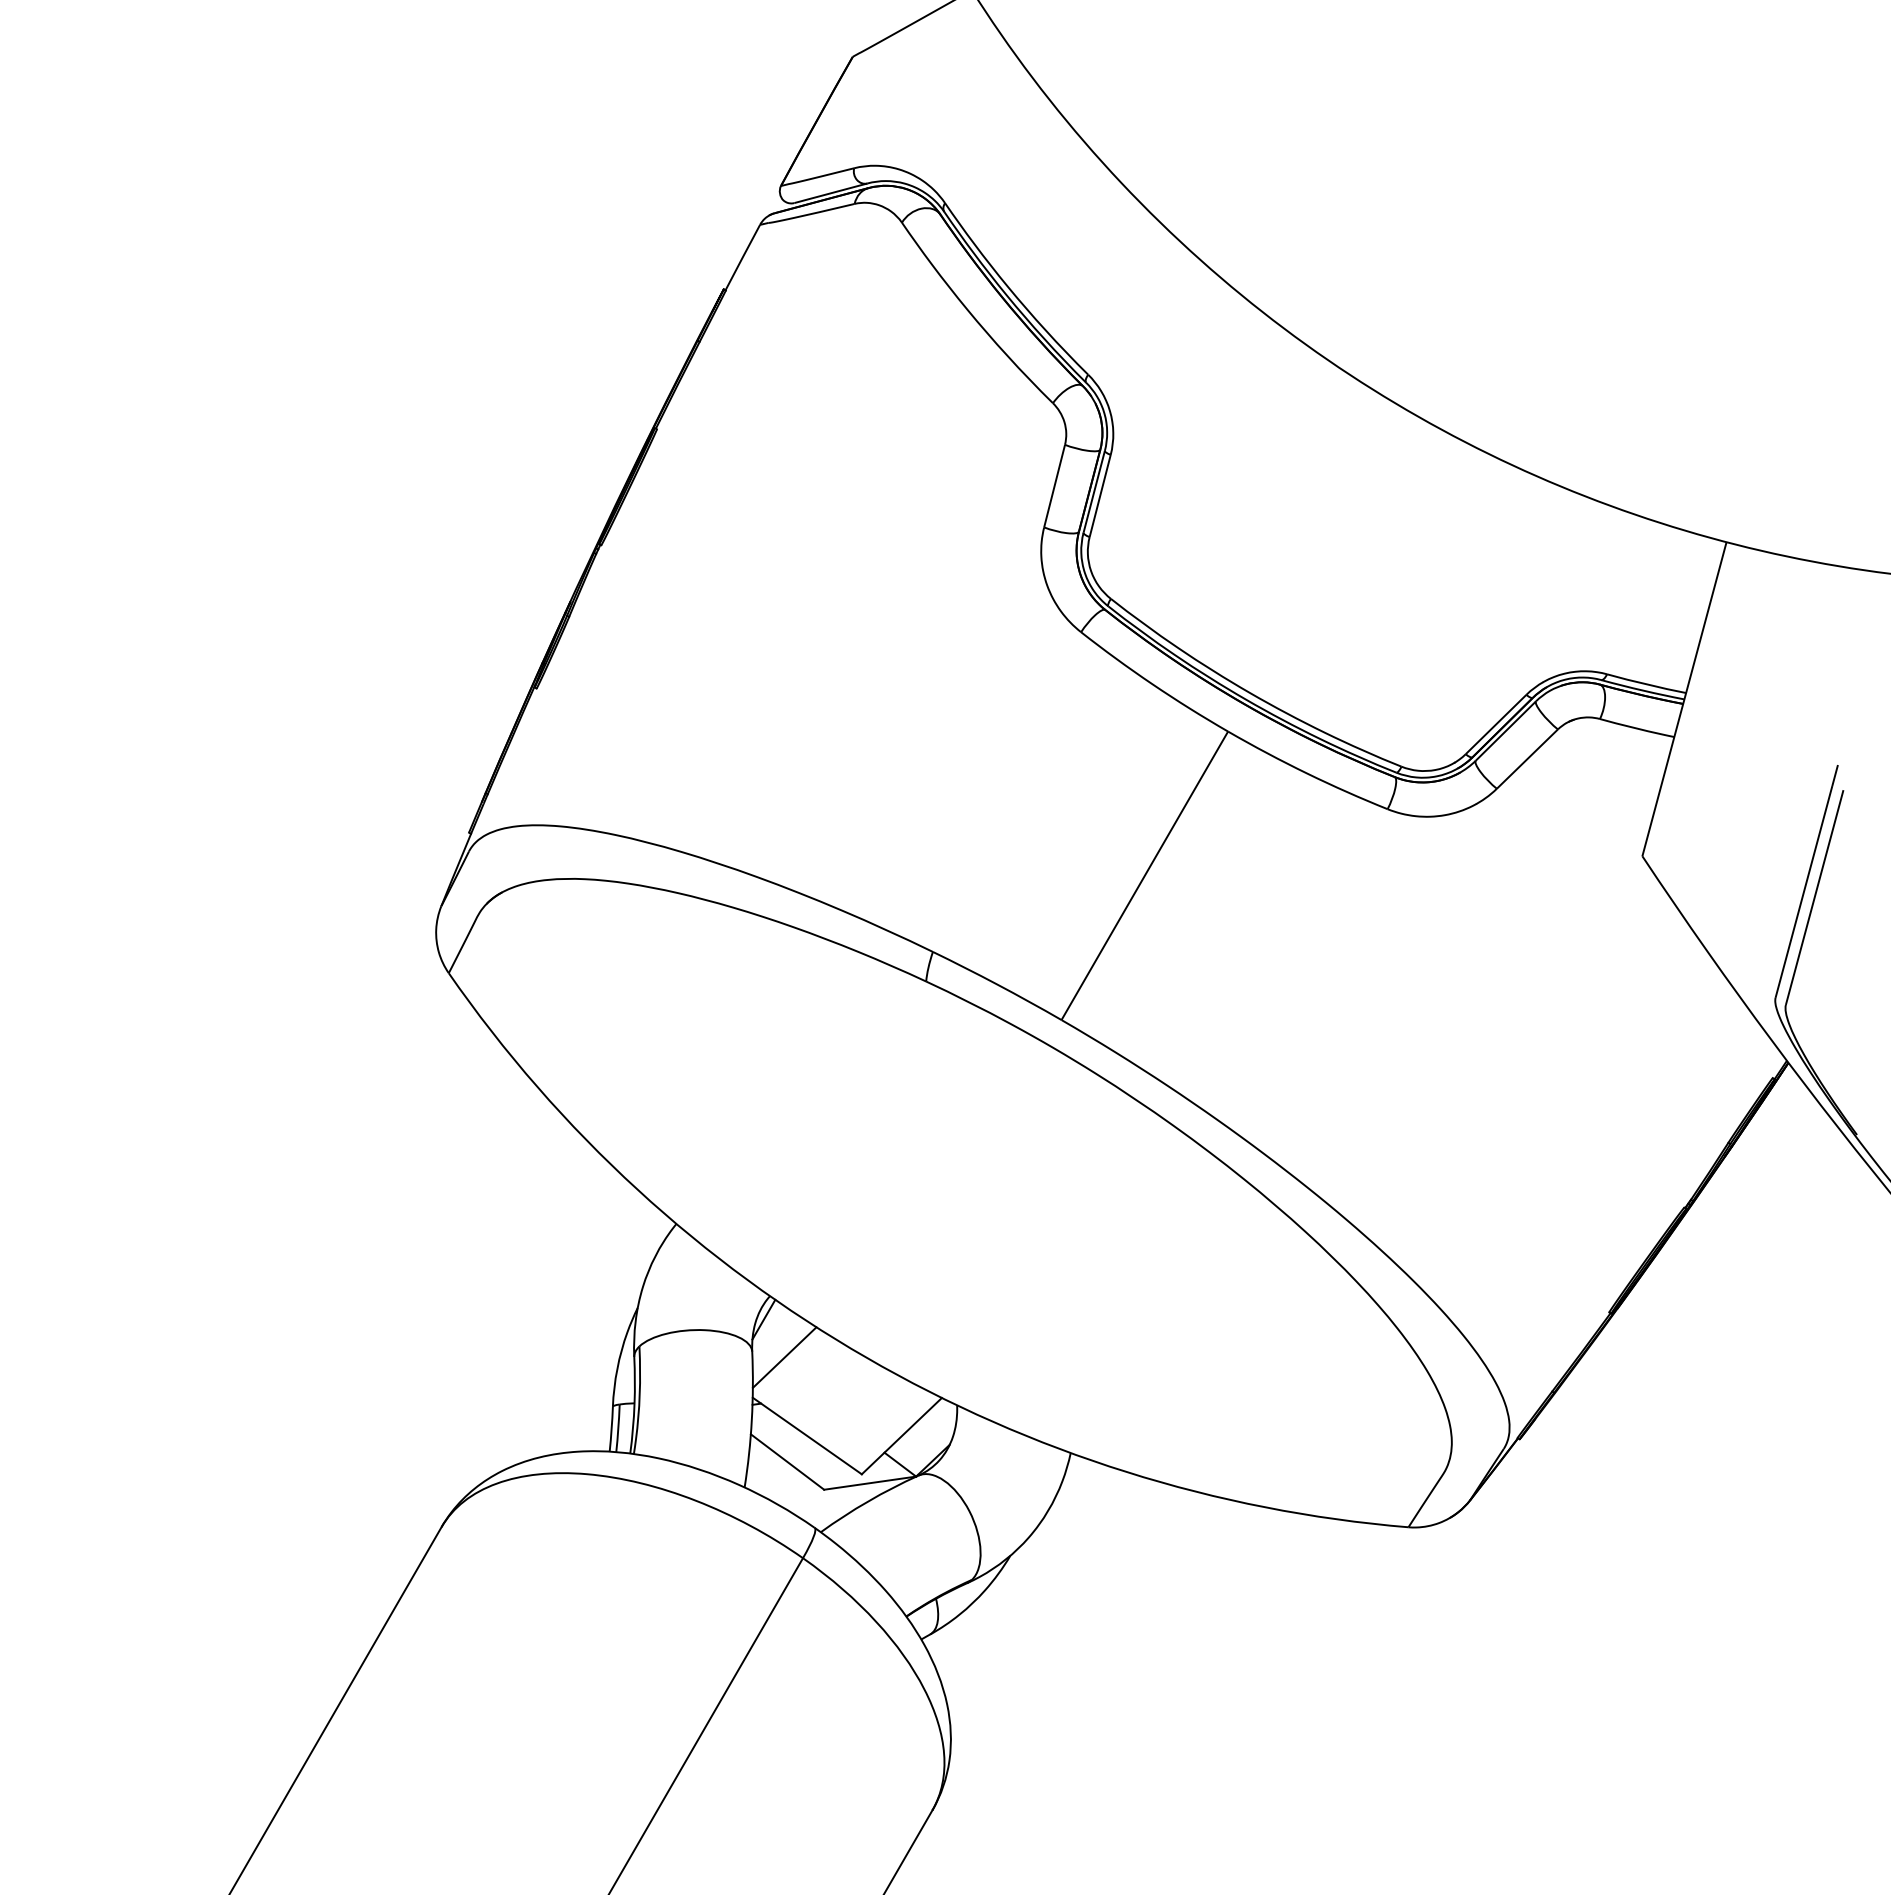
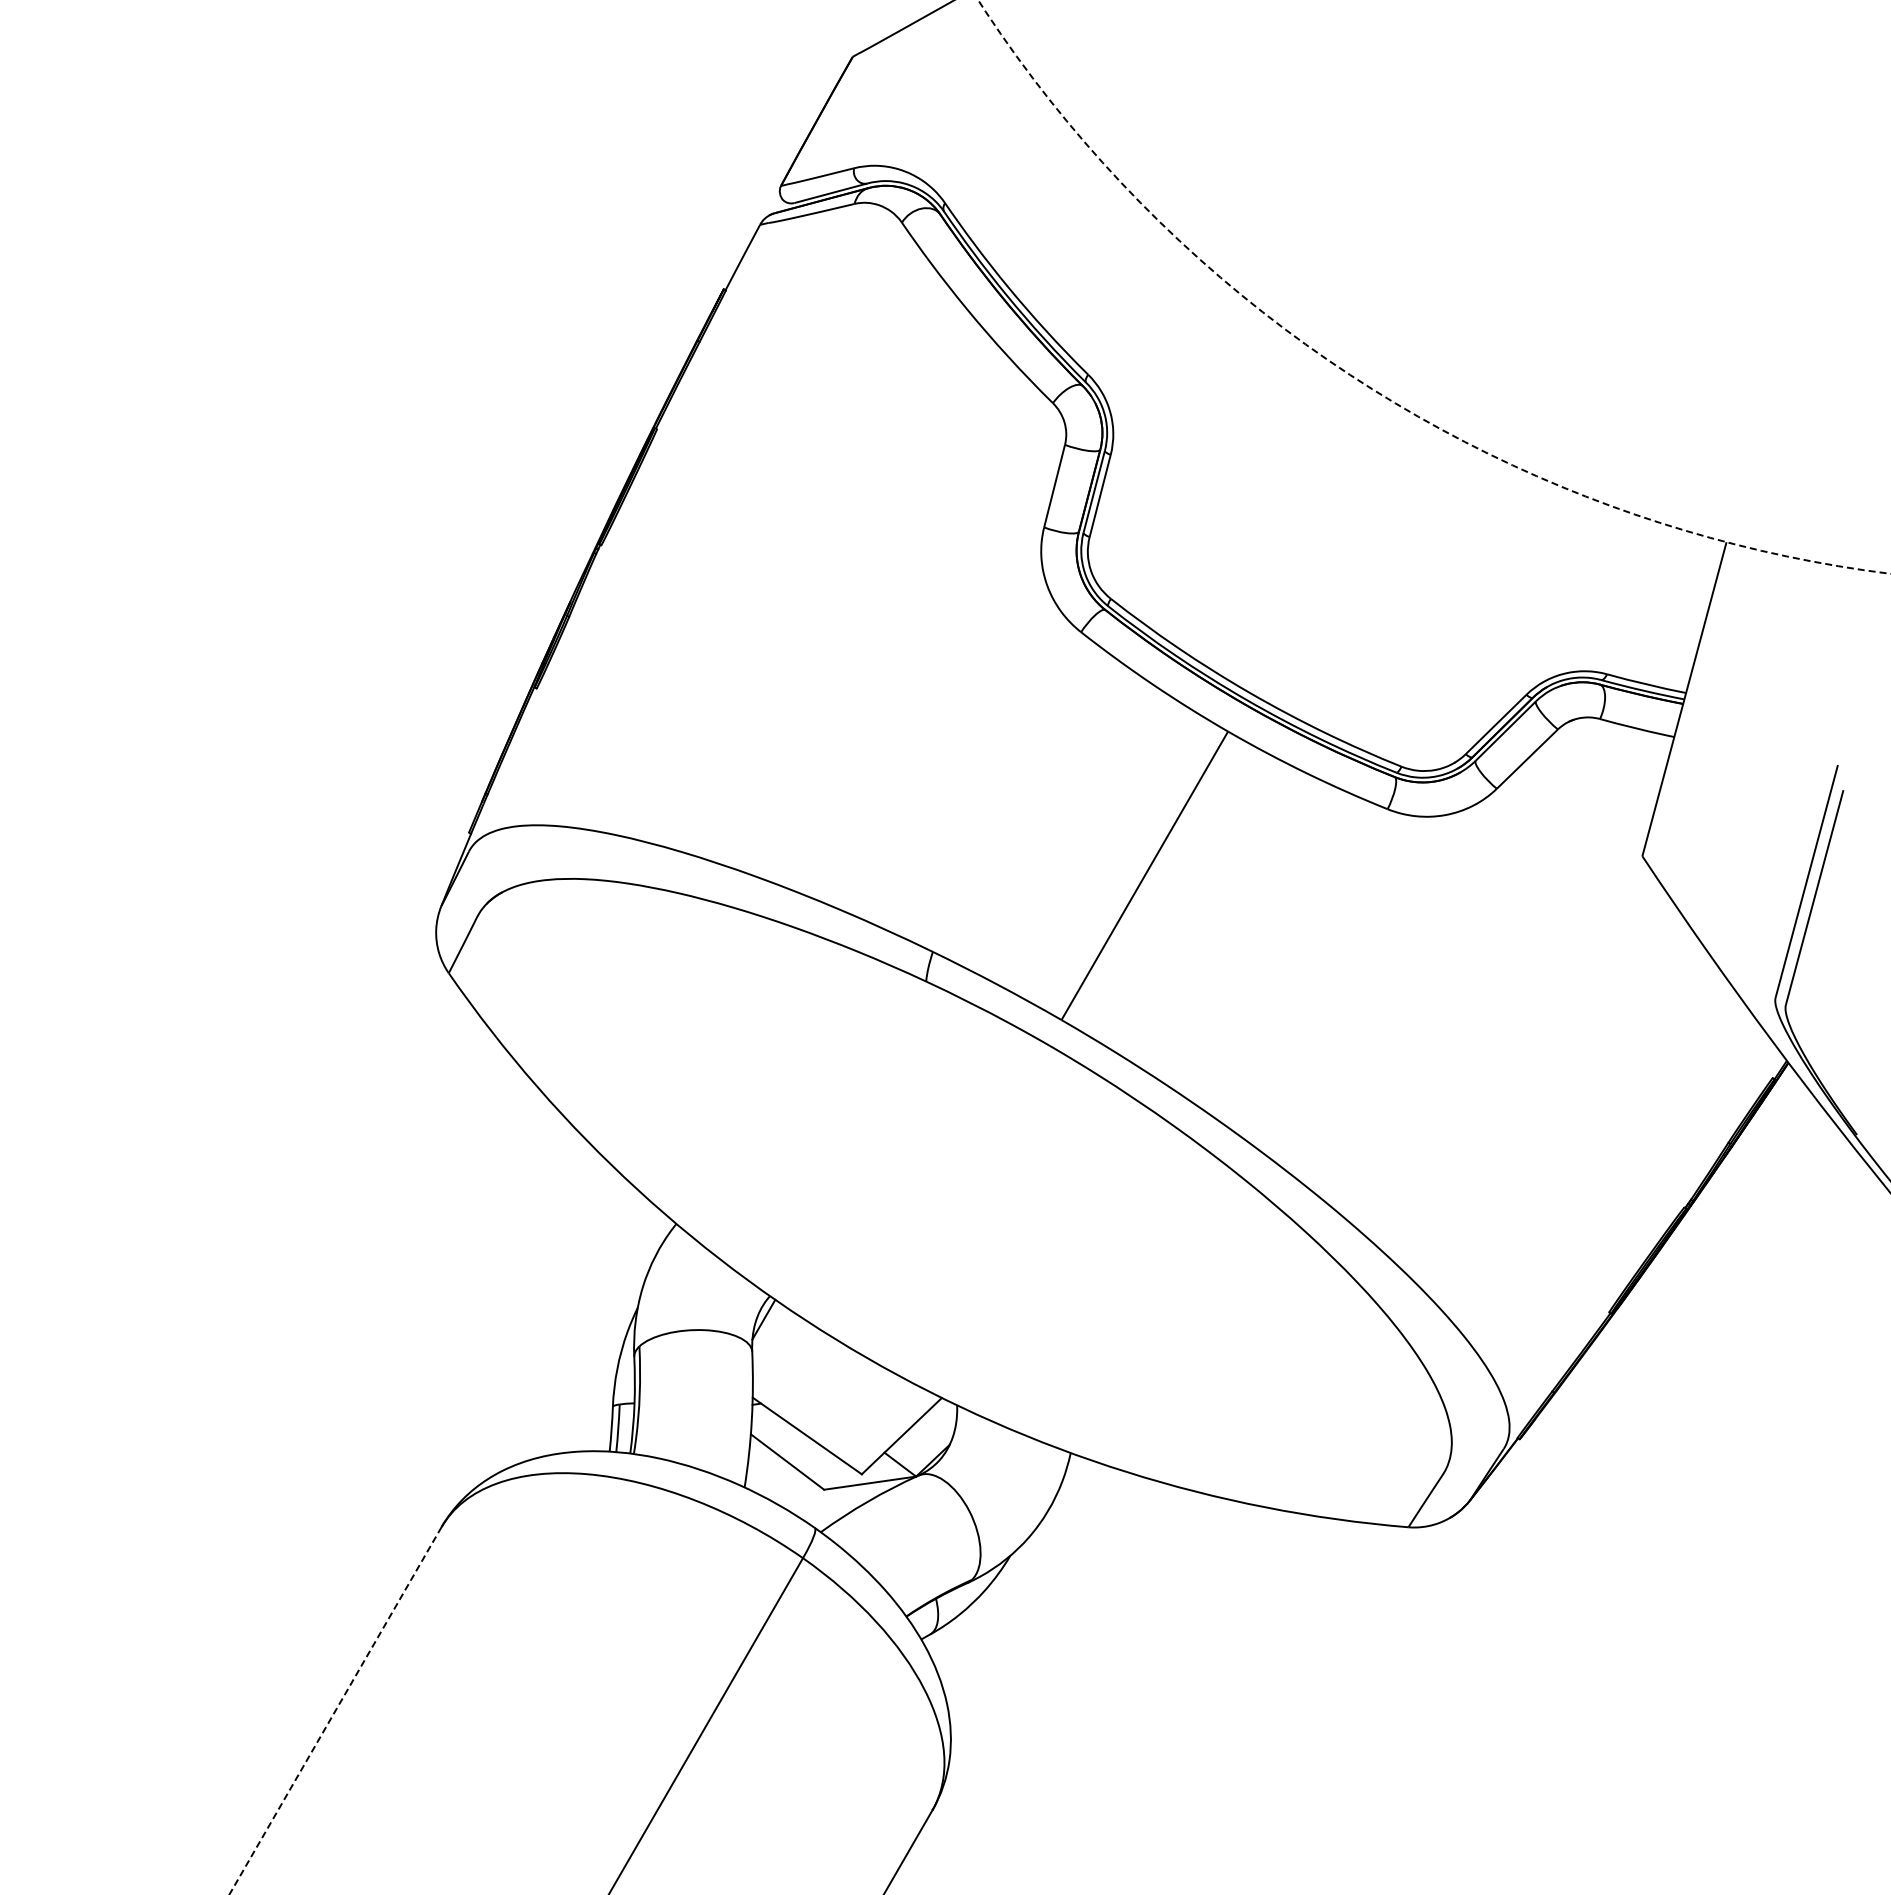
arc at (1371, 388): solid -> dashed
line at (784, 1357): present -> none
line at (335, 1711): solid -> dashed
